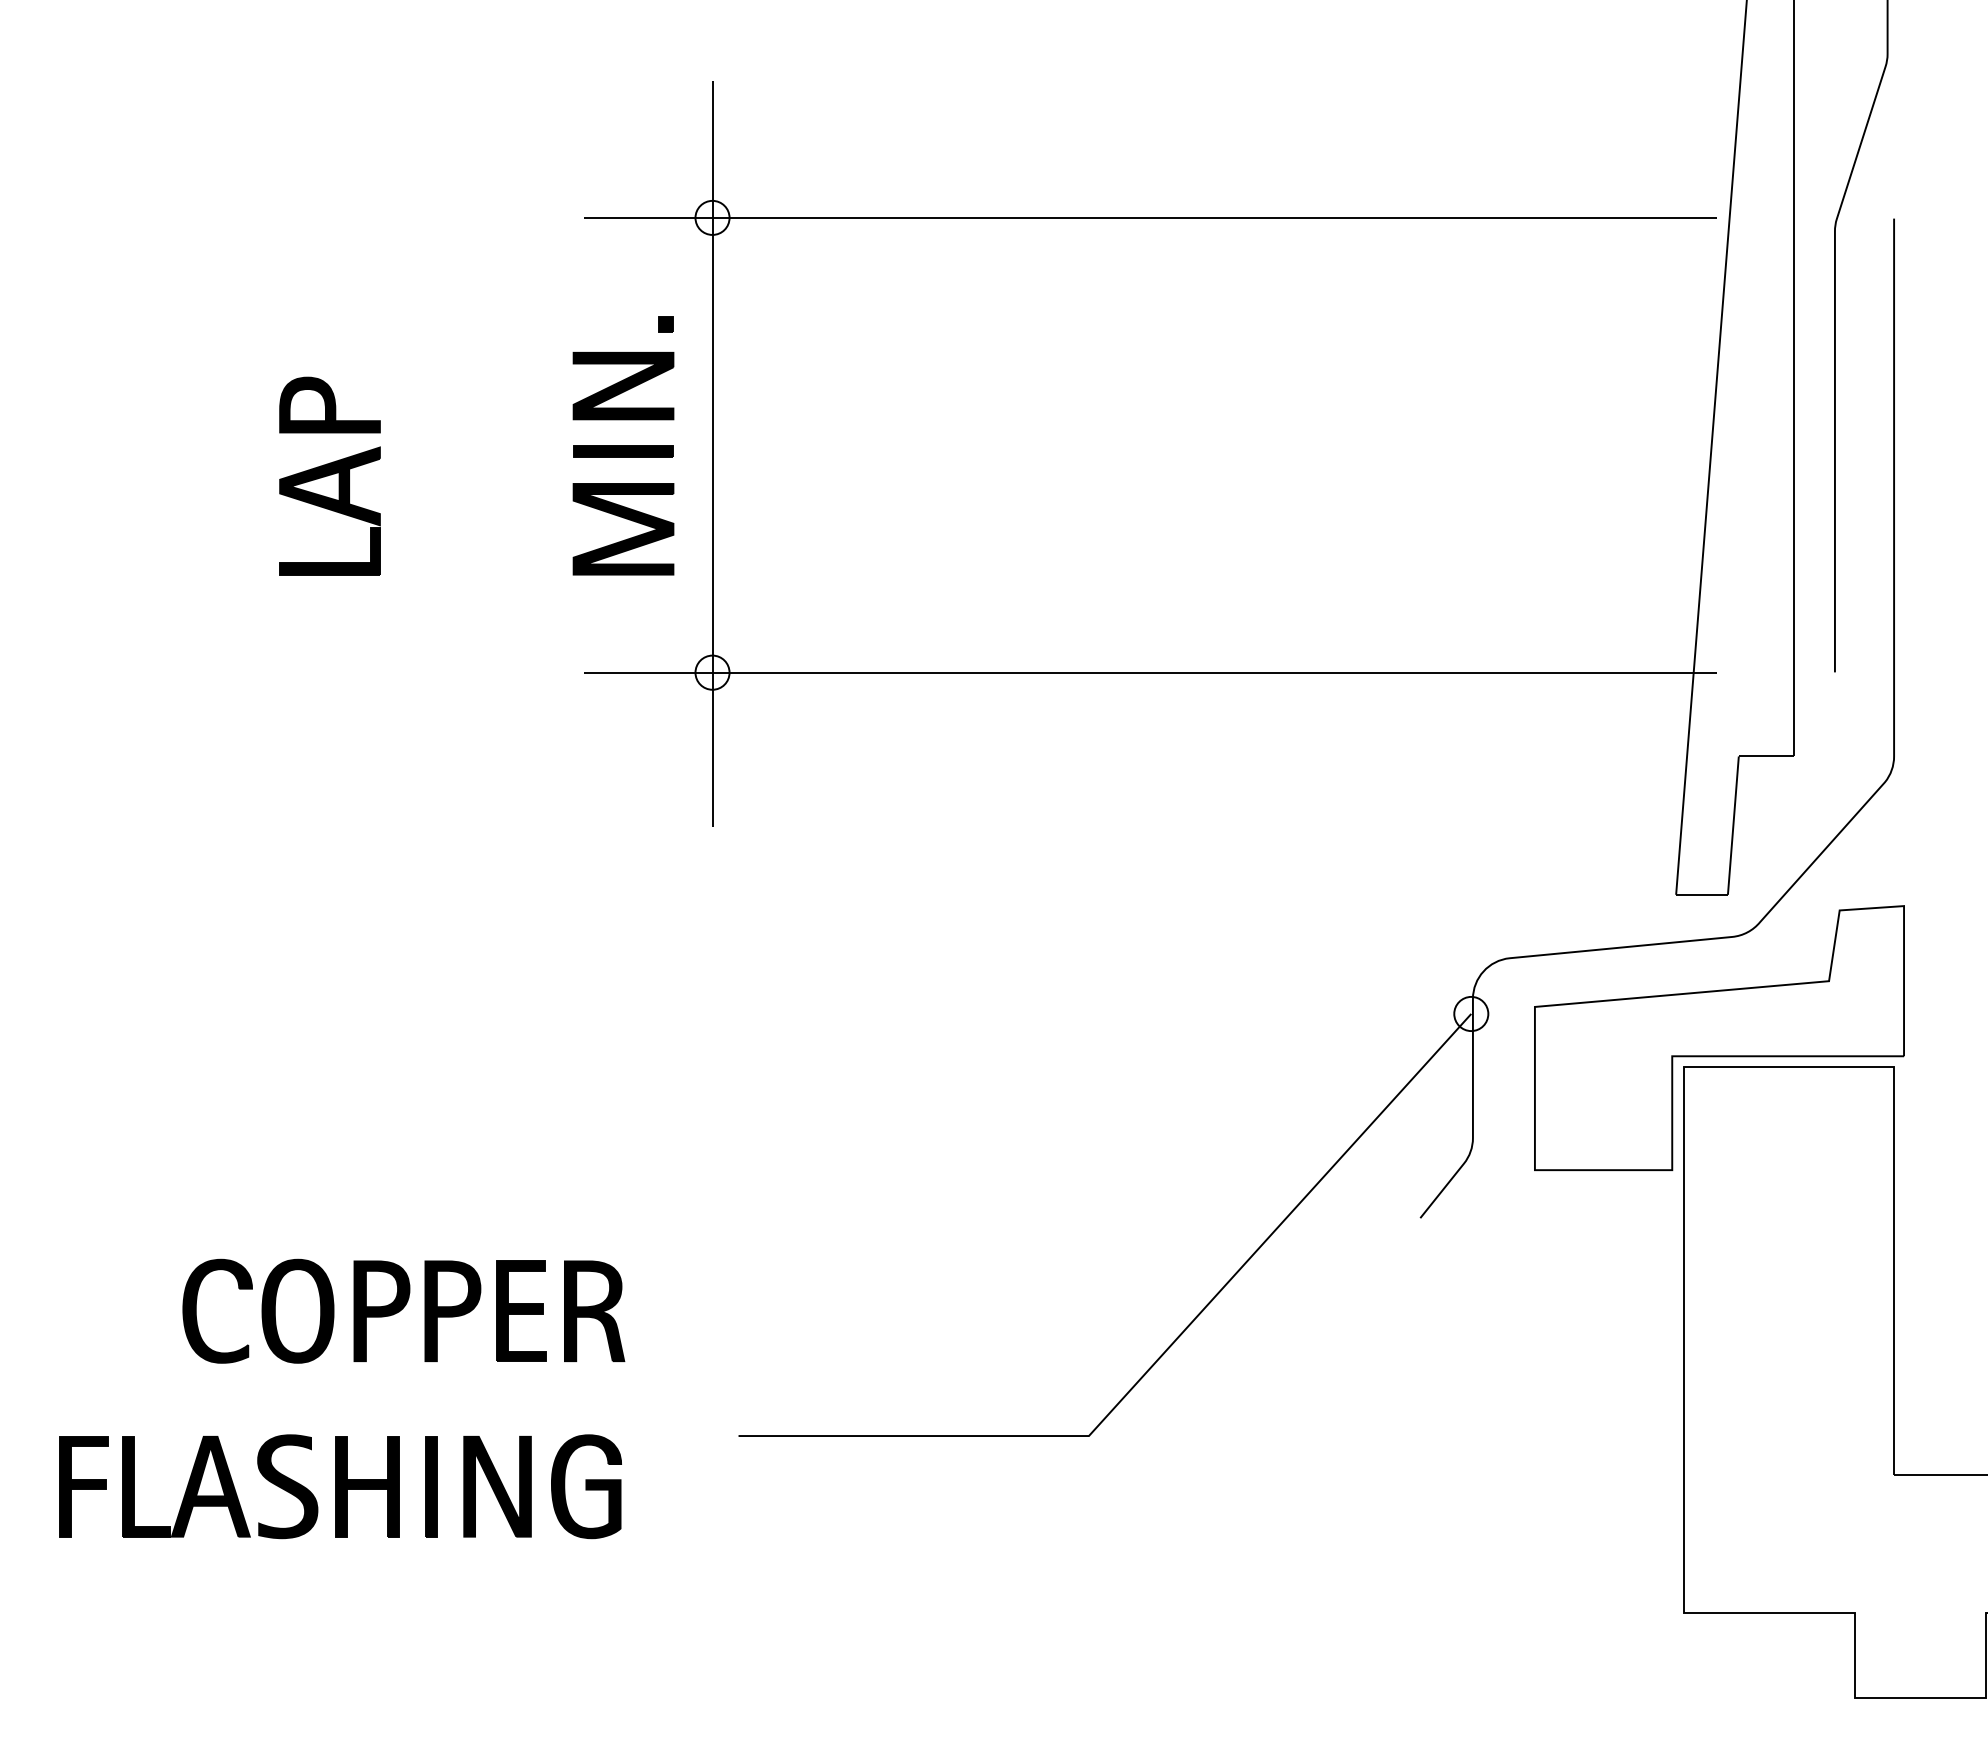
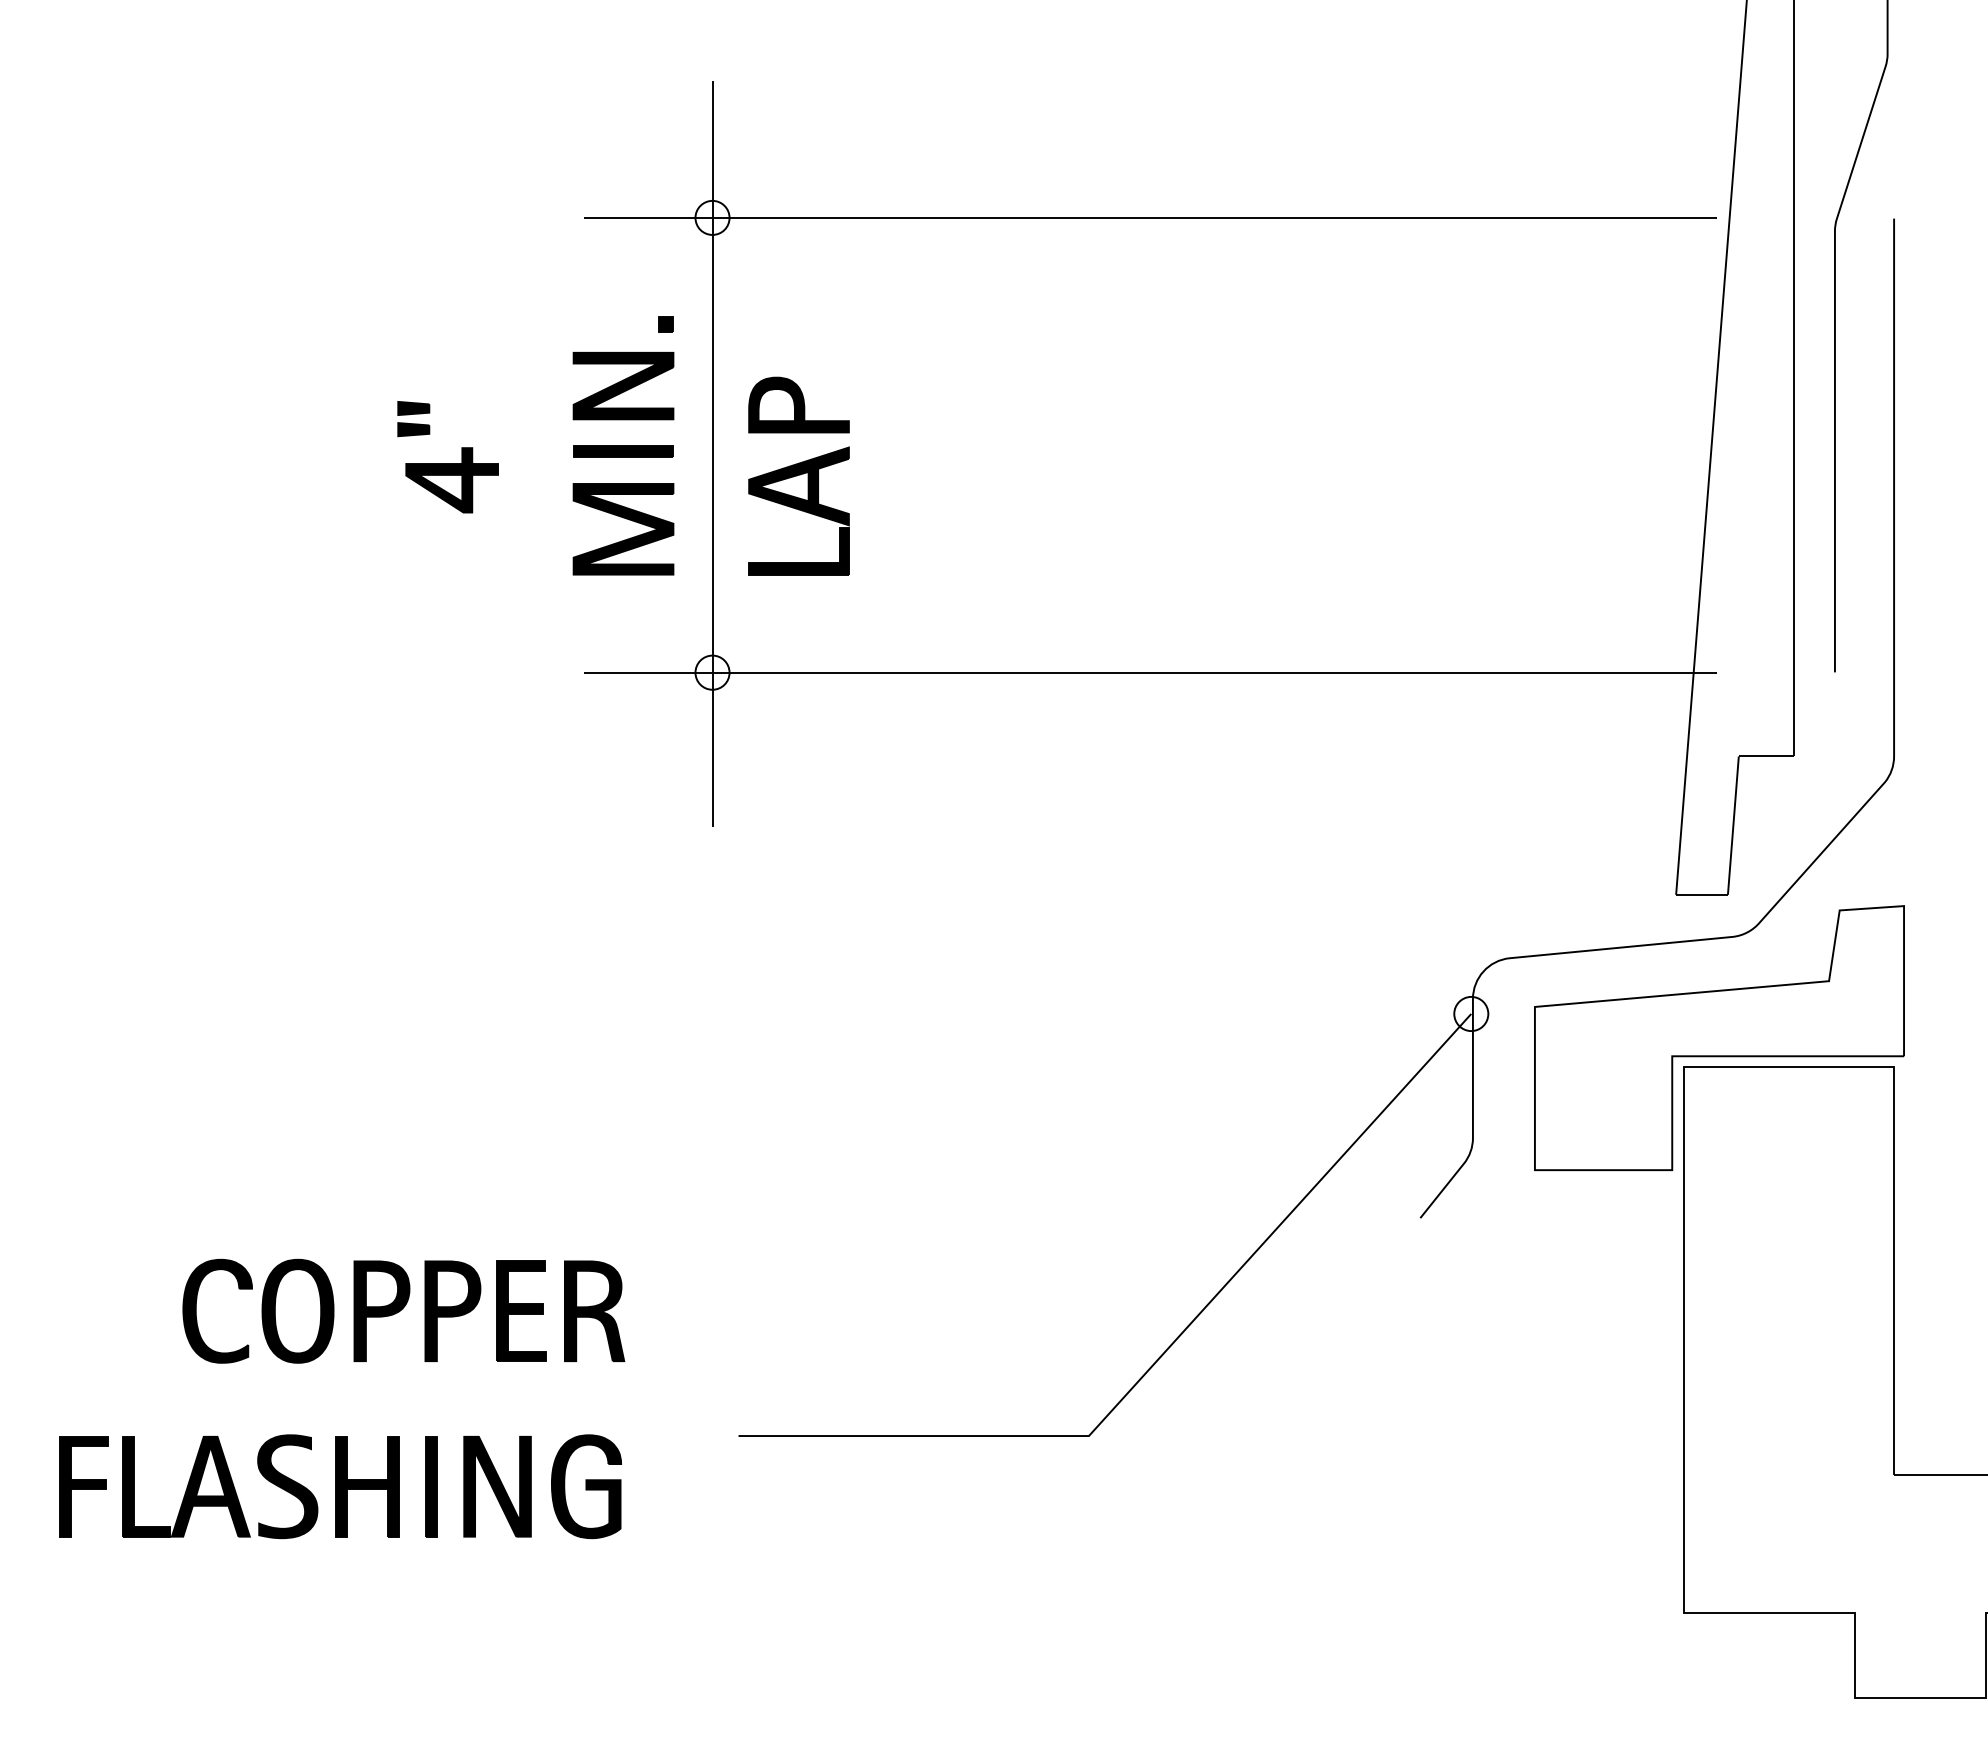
part at (447, 457): none -> present
part at (329, 475) position: (329, 475) -> (798, 475)
